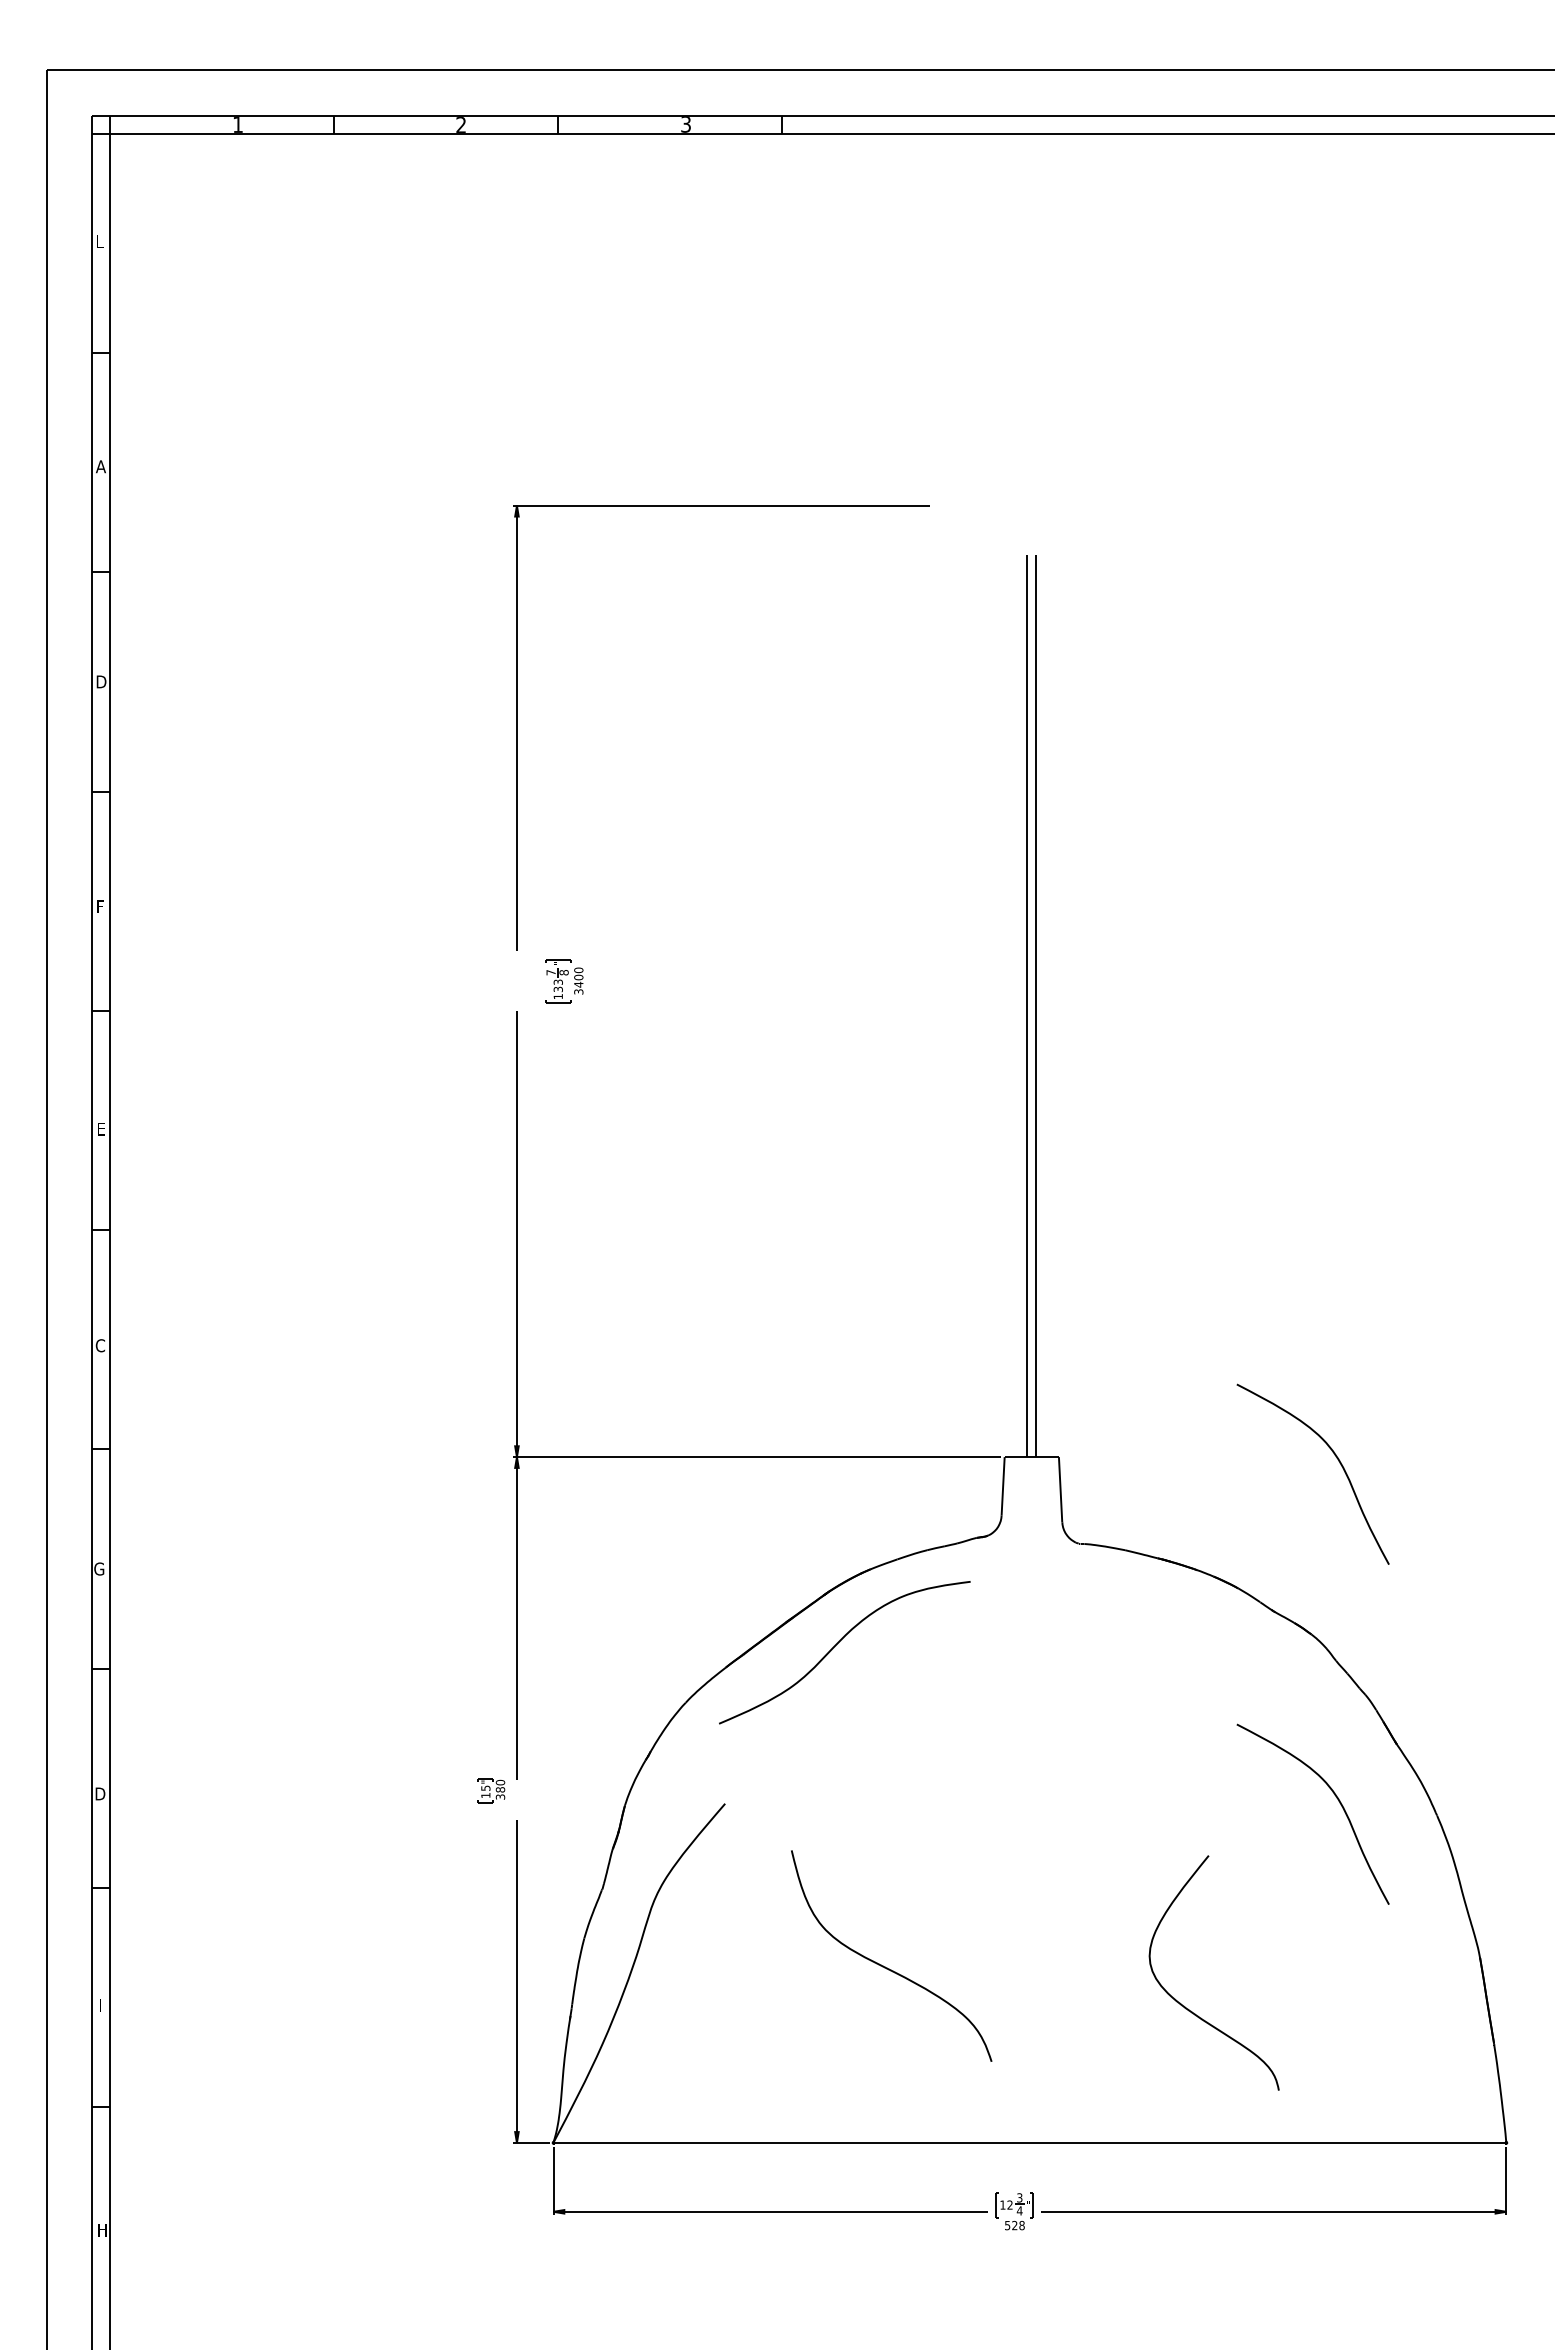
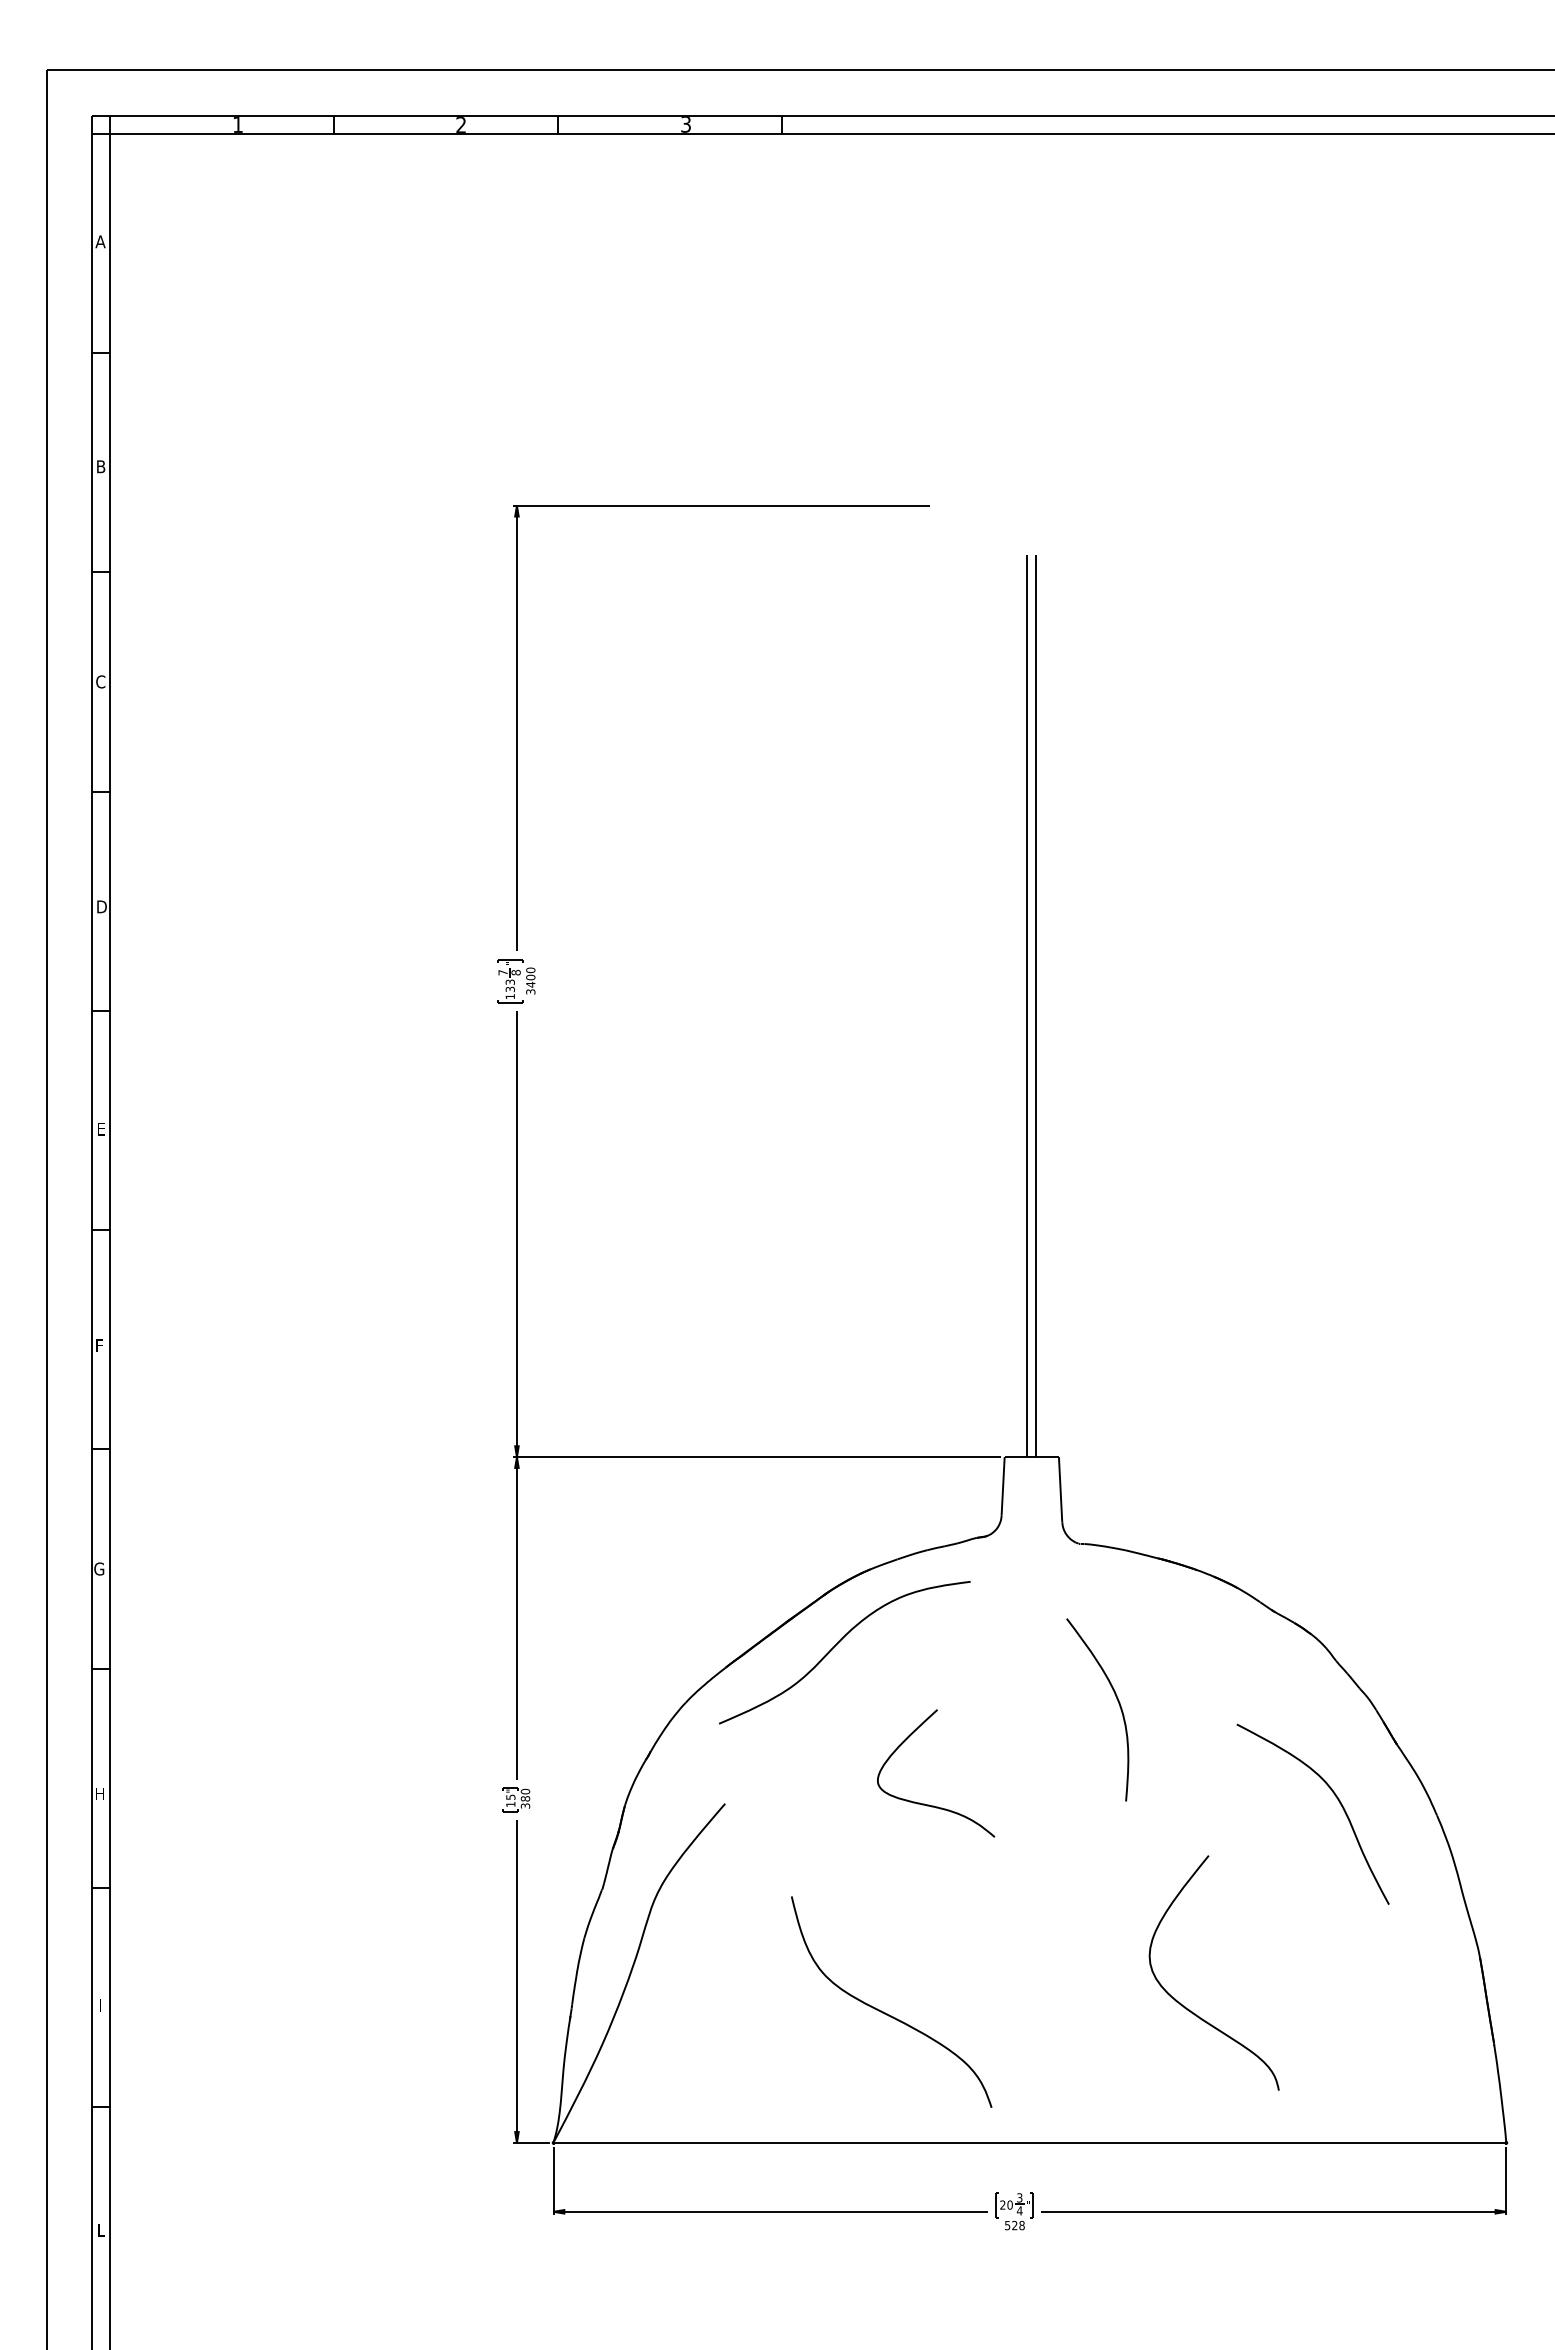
text at (100, 241): L -> A
text at (100, 466): A -> B
text at (101, 681): D -> C
text at (101, 906): F -> D
part at (564, 981) position: (564, 981) -> (516, 981)
text at (100, 1345): C -> F
curve at (1336, 1458): present -> none
curve at (1116, 1699): none -> present
part at (491, 1790) position: (491, 1790) -> (516, 1799)
text at (100, 1793): D -> H
curve at (929, 1804): none -> present
curve at (885, 1966) position: (885, 1966) -> (885, 2012)
text at (1006, 2204): 12 -> 20
text at (103, 2230): H -> L
